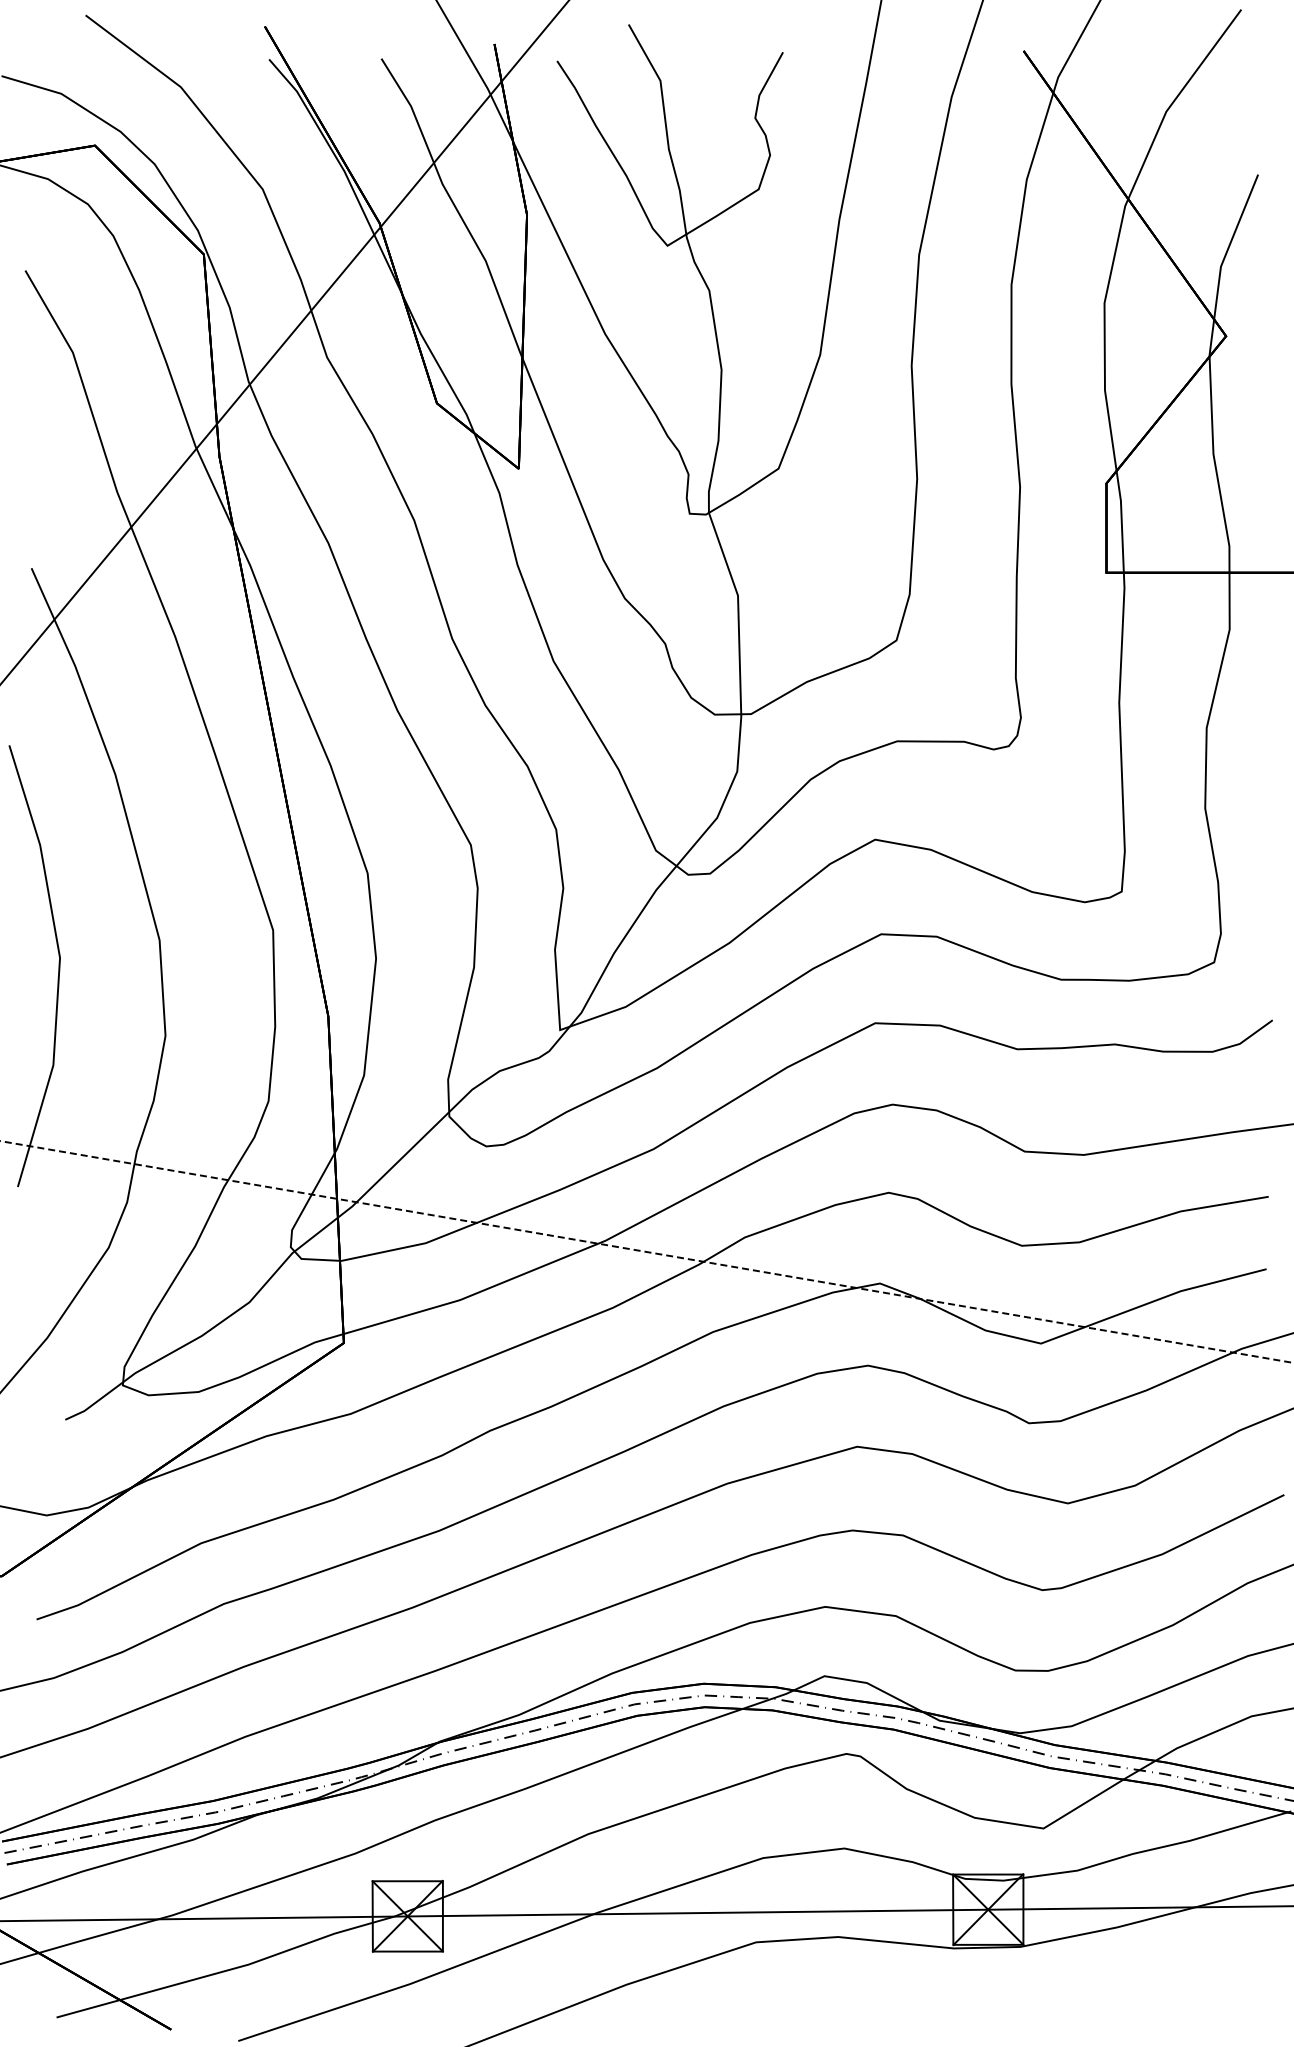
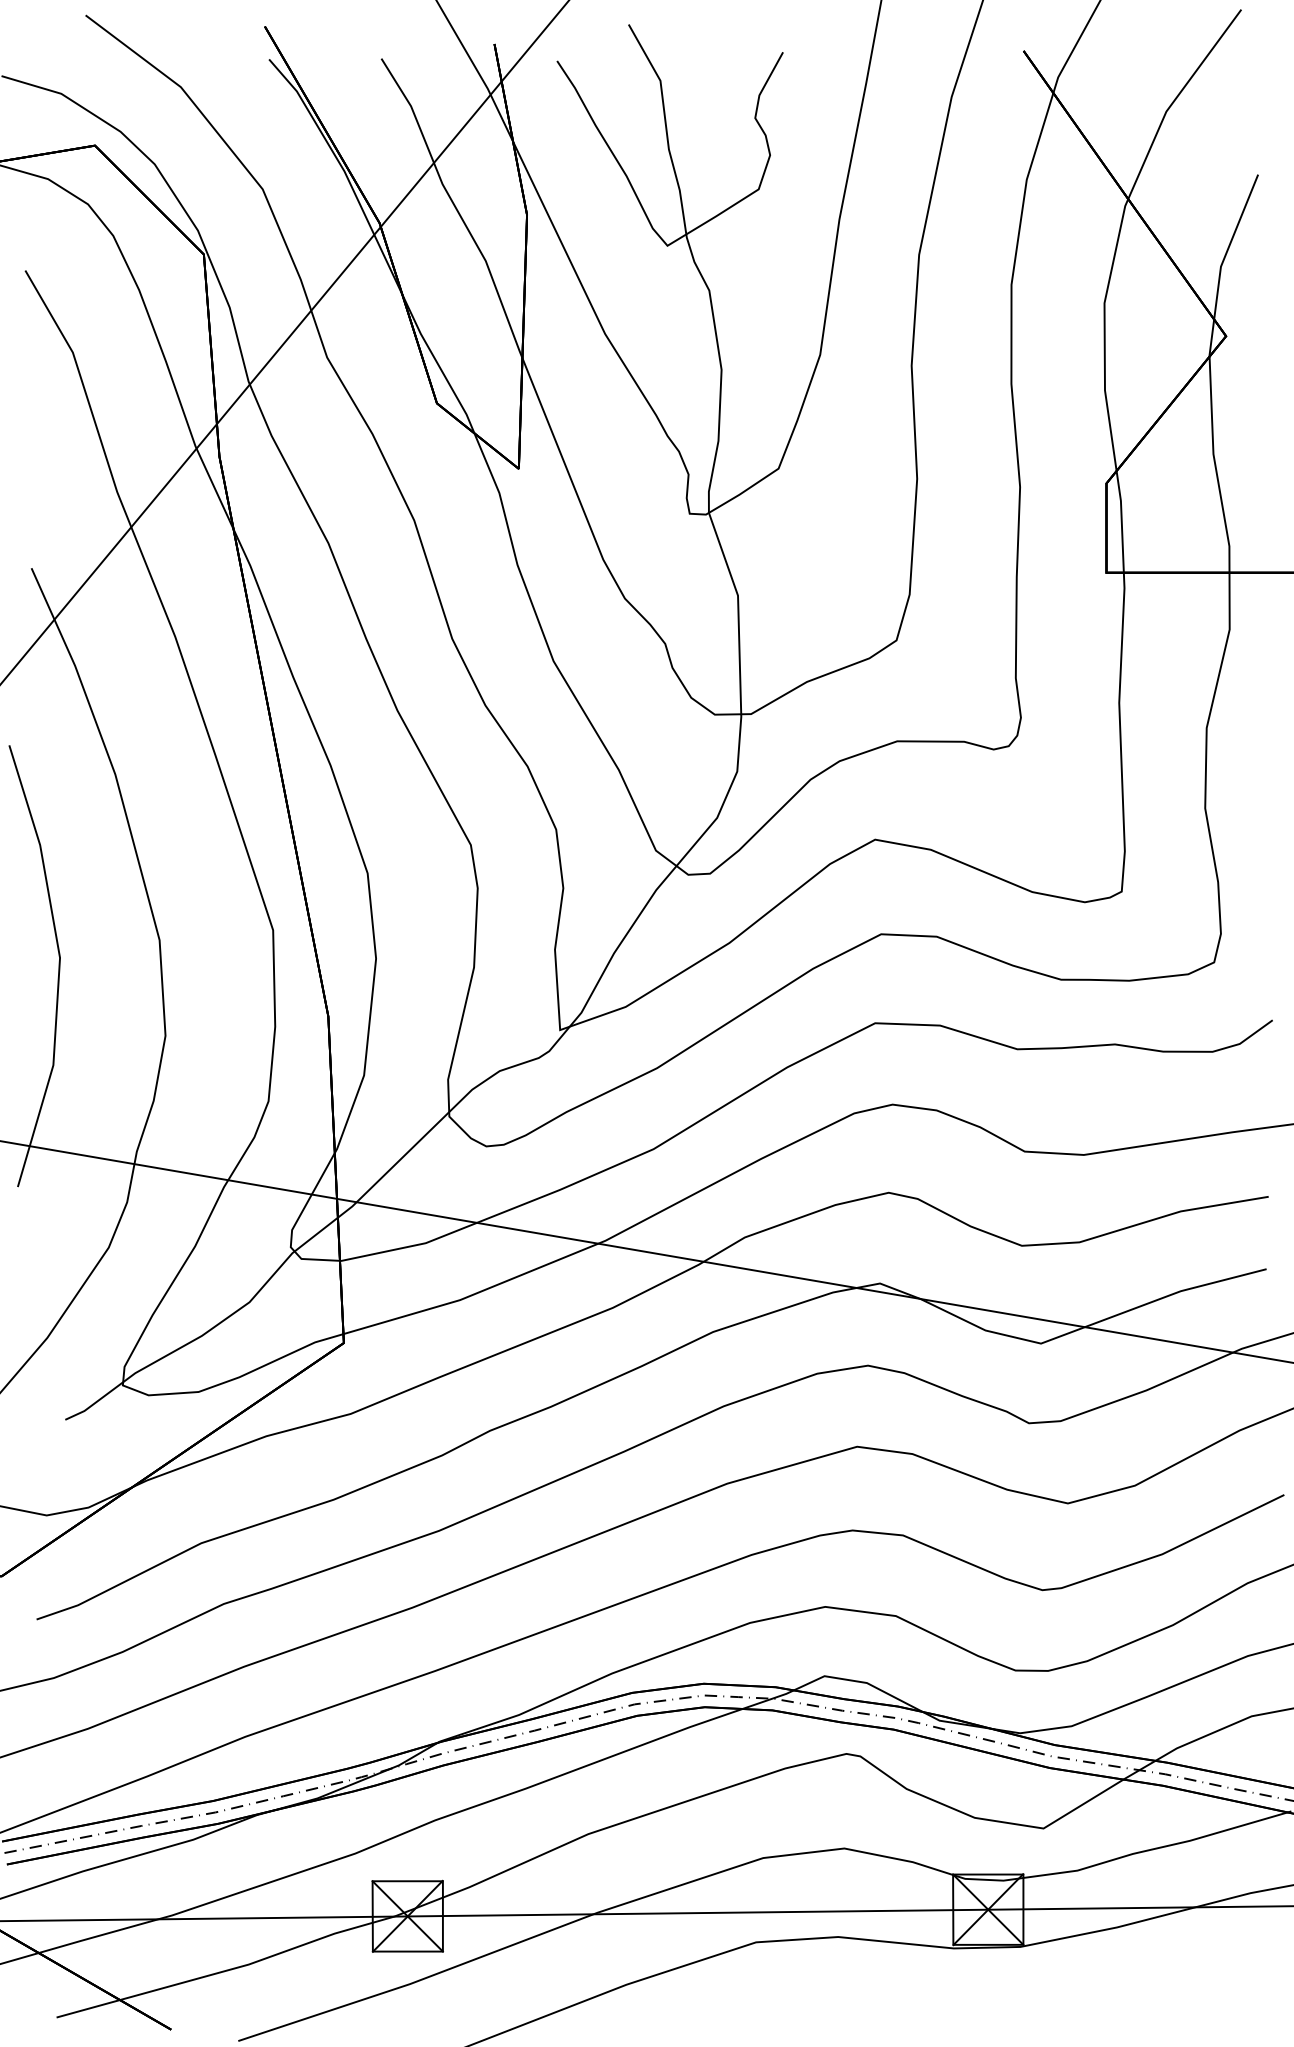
line at (646, 1252): dashed -> solid
